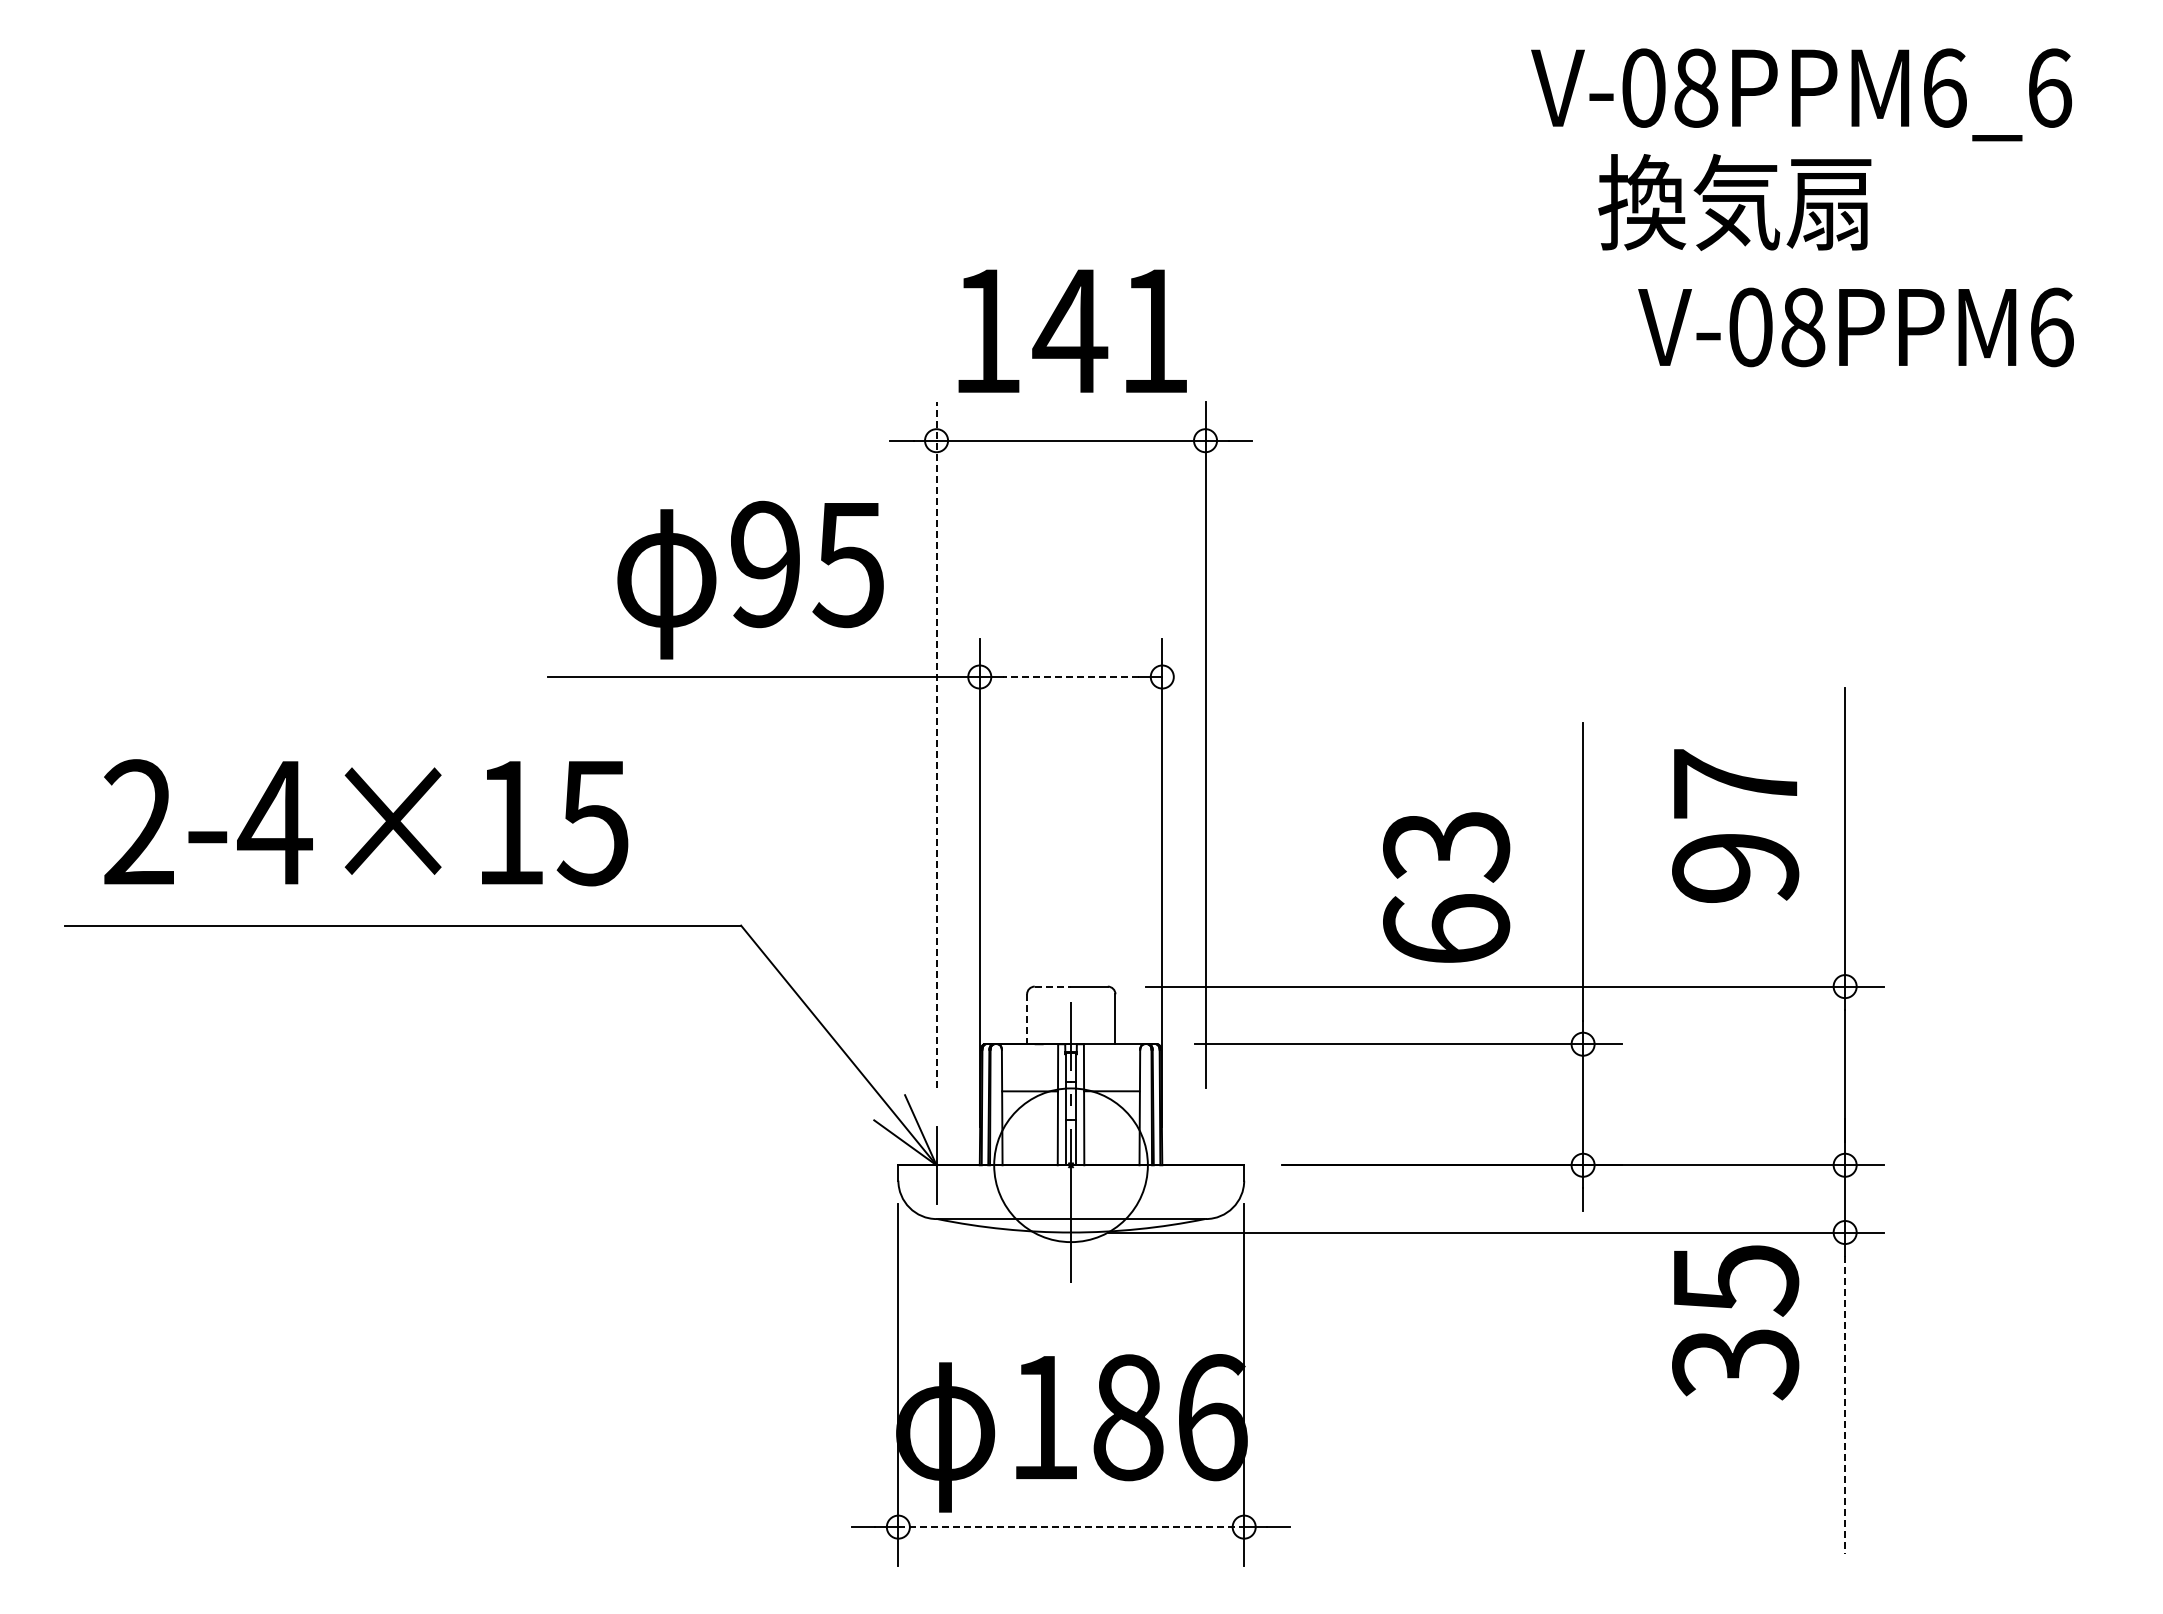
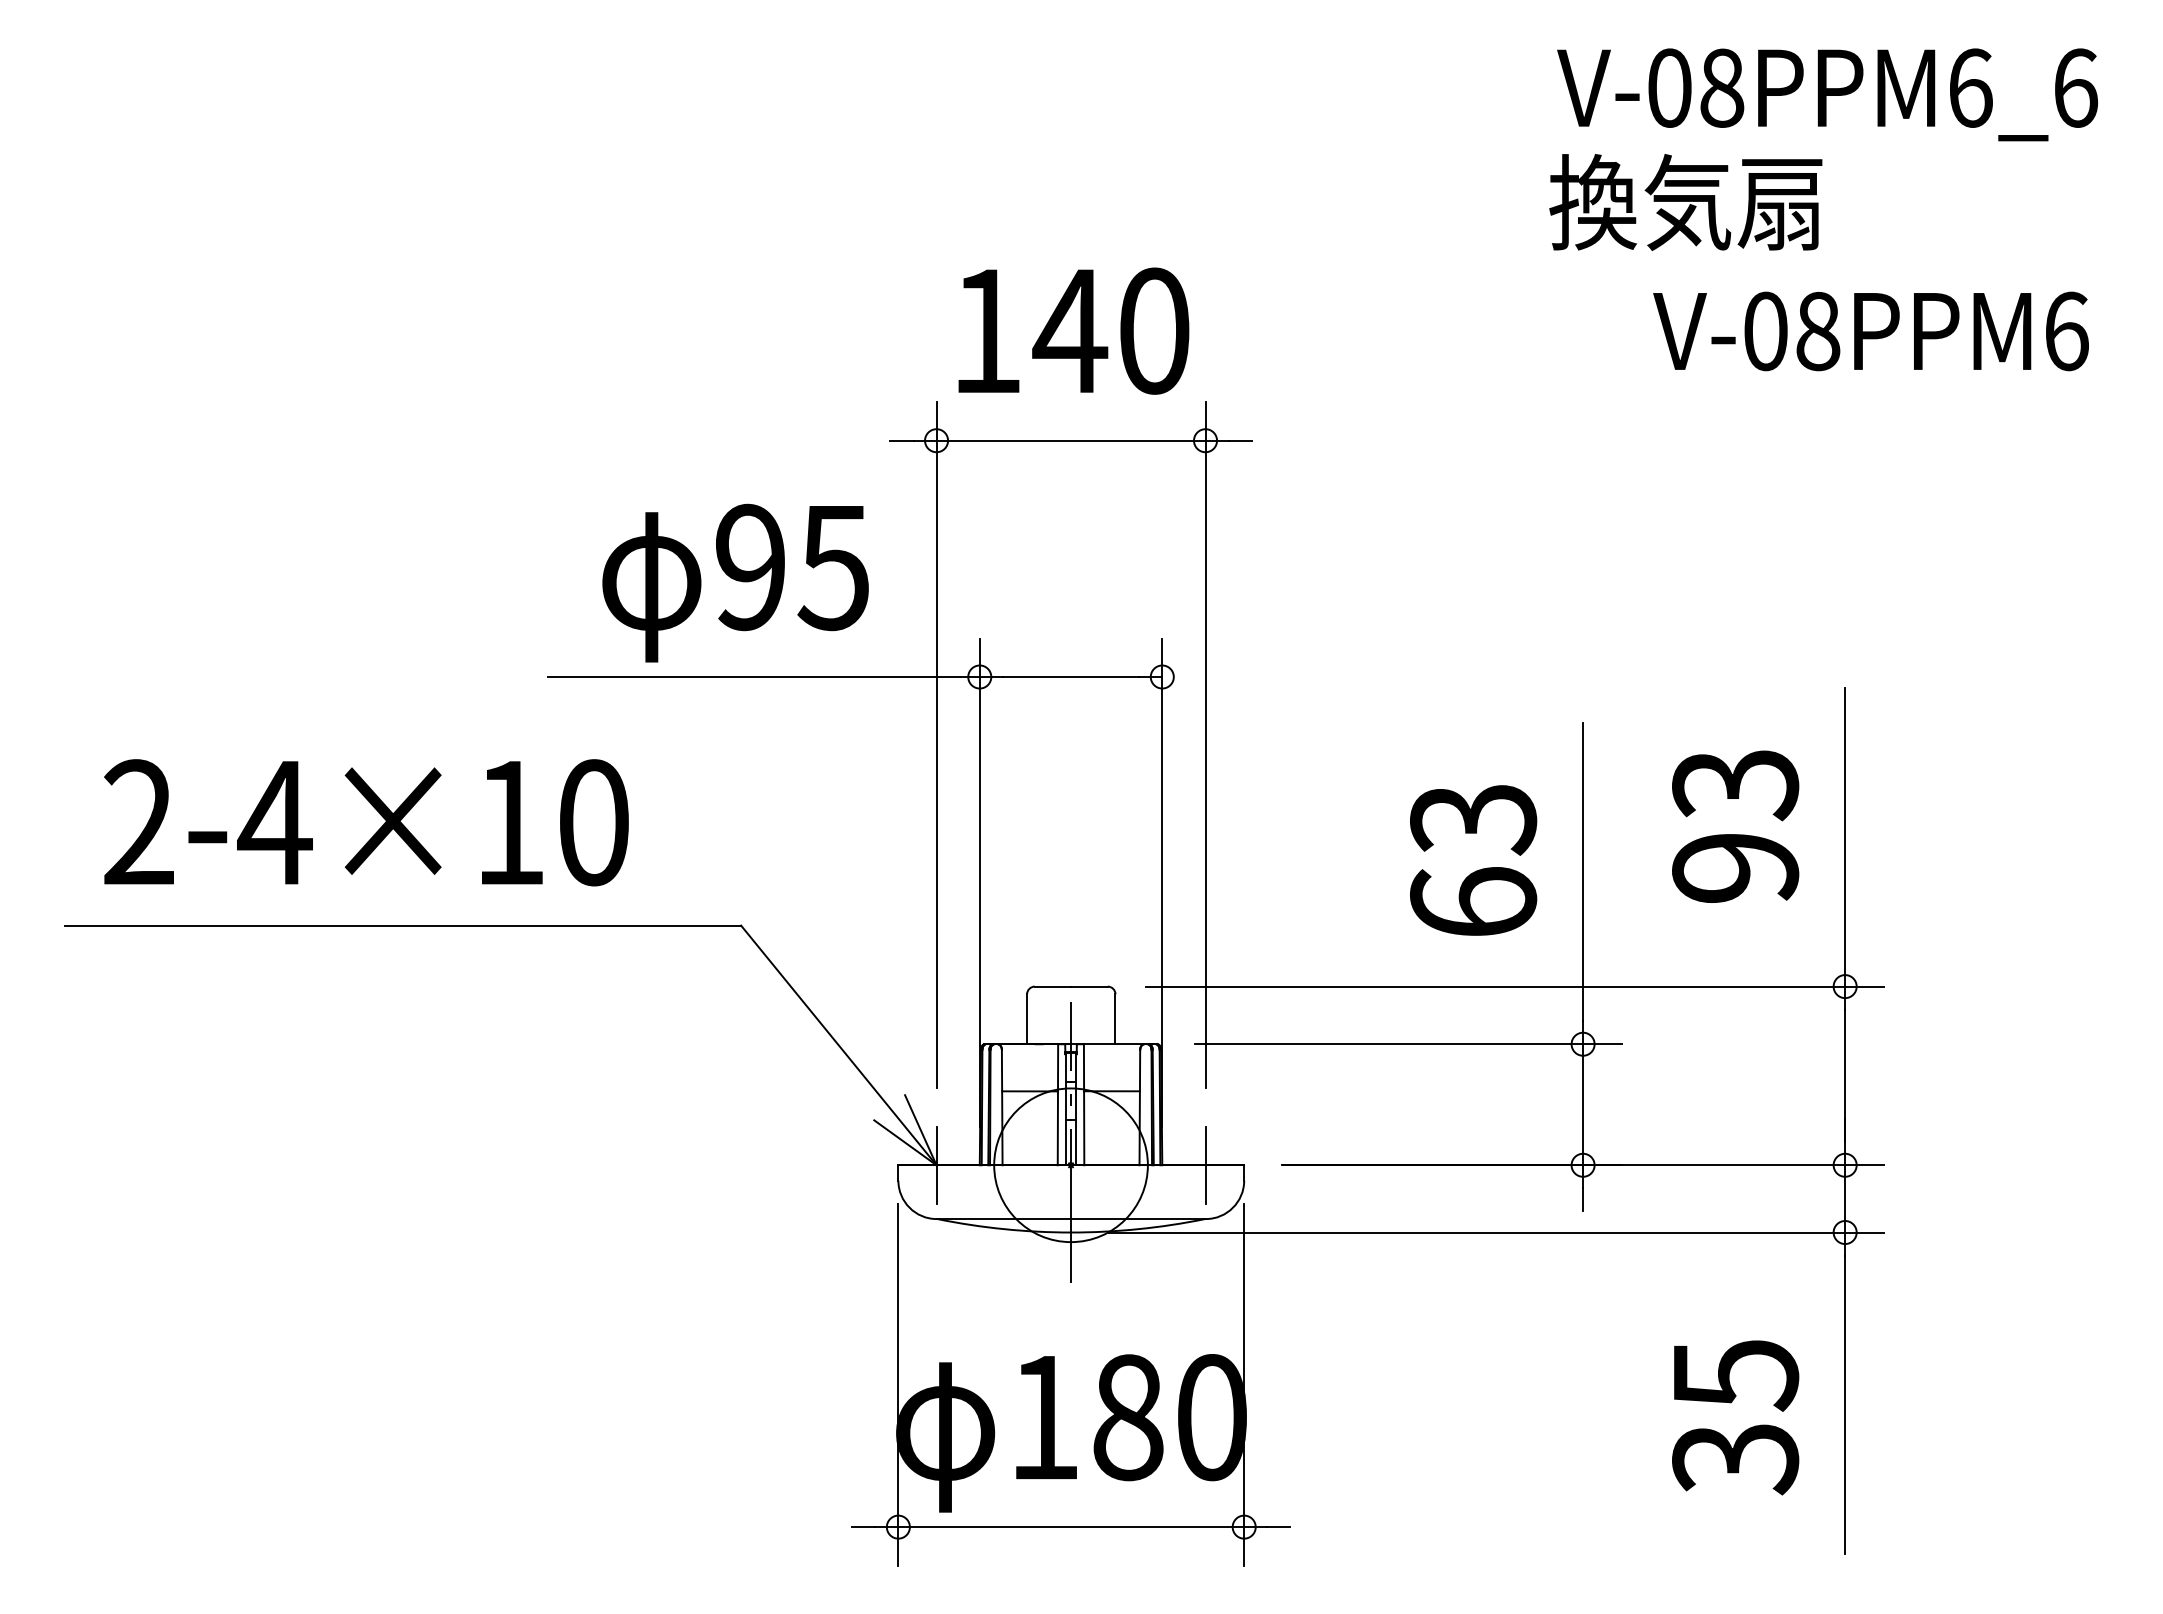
text at (1801, 94) position: (1801, 94) -> (1827, 94)
text at (1734, 202) position: (1734, 202) -> (1685, 202)
text at (1855, 327) position: (1855, 327) -> (1870, 331)
text at (1154, 330): 141 -> 140
text at (750, 579) position: (750, 579) -> (735, 582)
line at (1070, 677): dashed -> solid
line at (936, 744): dashed -> solid
text at (1735, 785): 97 -> 93
text at (592, 822): 2-4×15 -> 2-4×10
text at (1446, 887) position: (1446, 887) -> (1473, 860)
line at (1053, 986): dashed -> solid
line at (1027, 1019): dashed -> solid
line at (1205, 1164): none -> present
text at (1735, 1322) position: (1735, 1322) -> (1735, 1417)
line at (1845, 1405): dashed -> solid
text at (1212, 1417): 186 -> 180
line at (1071, 1527): dashed -> solid
